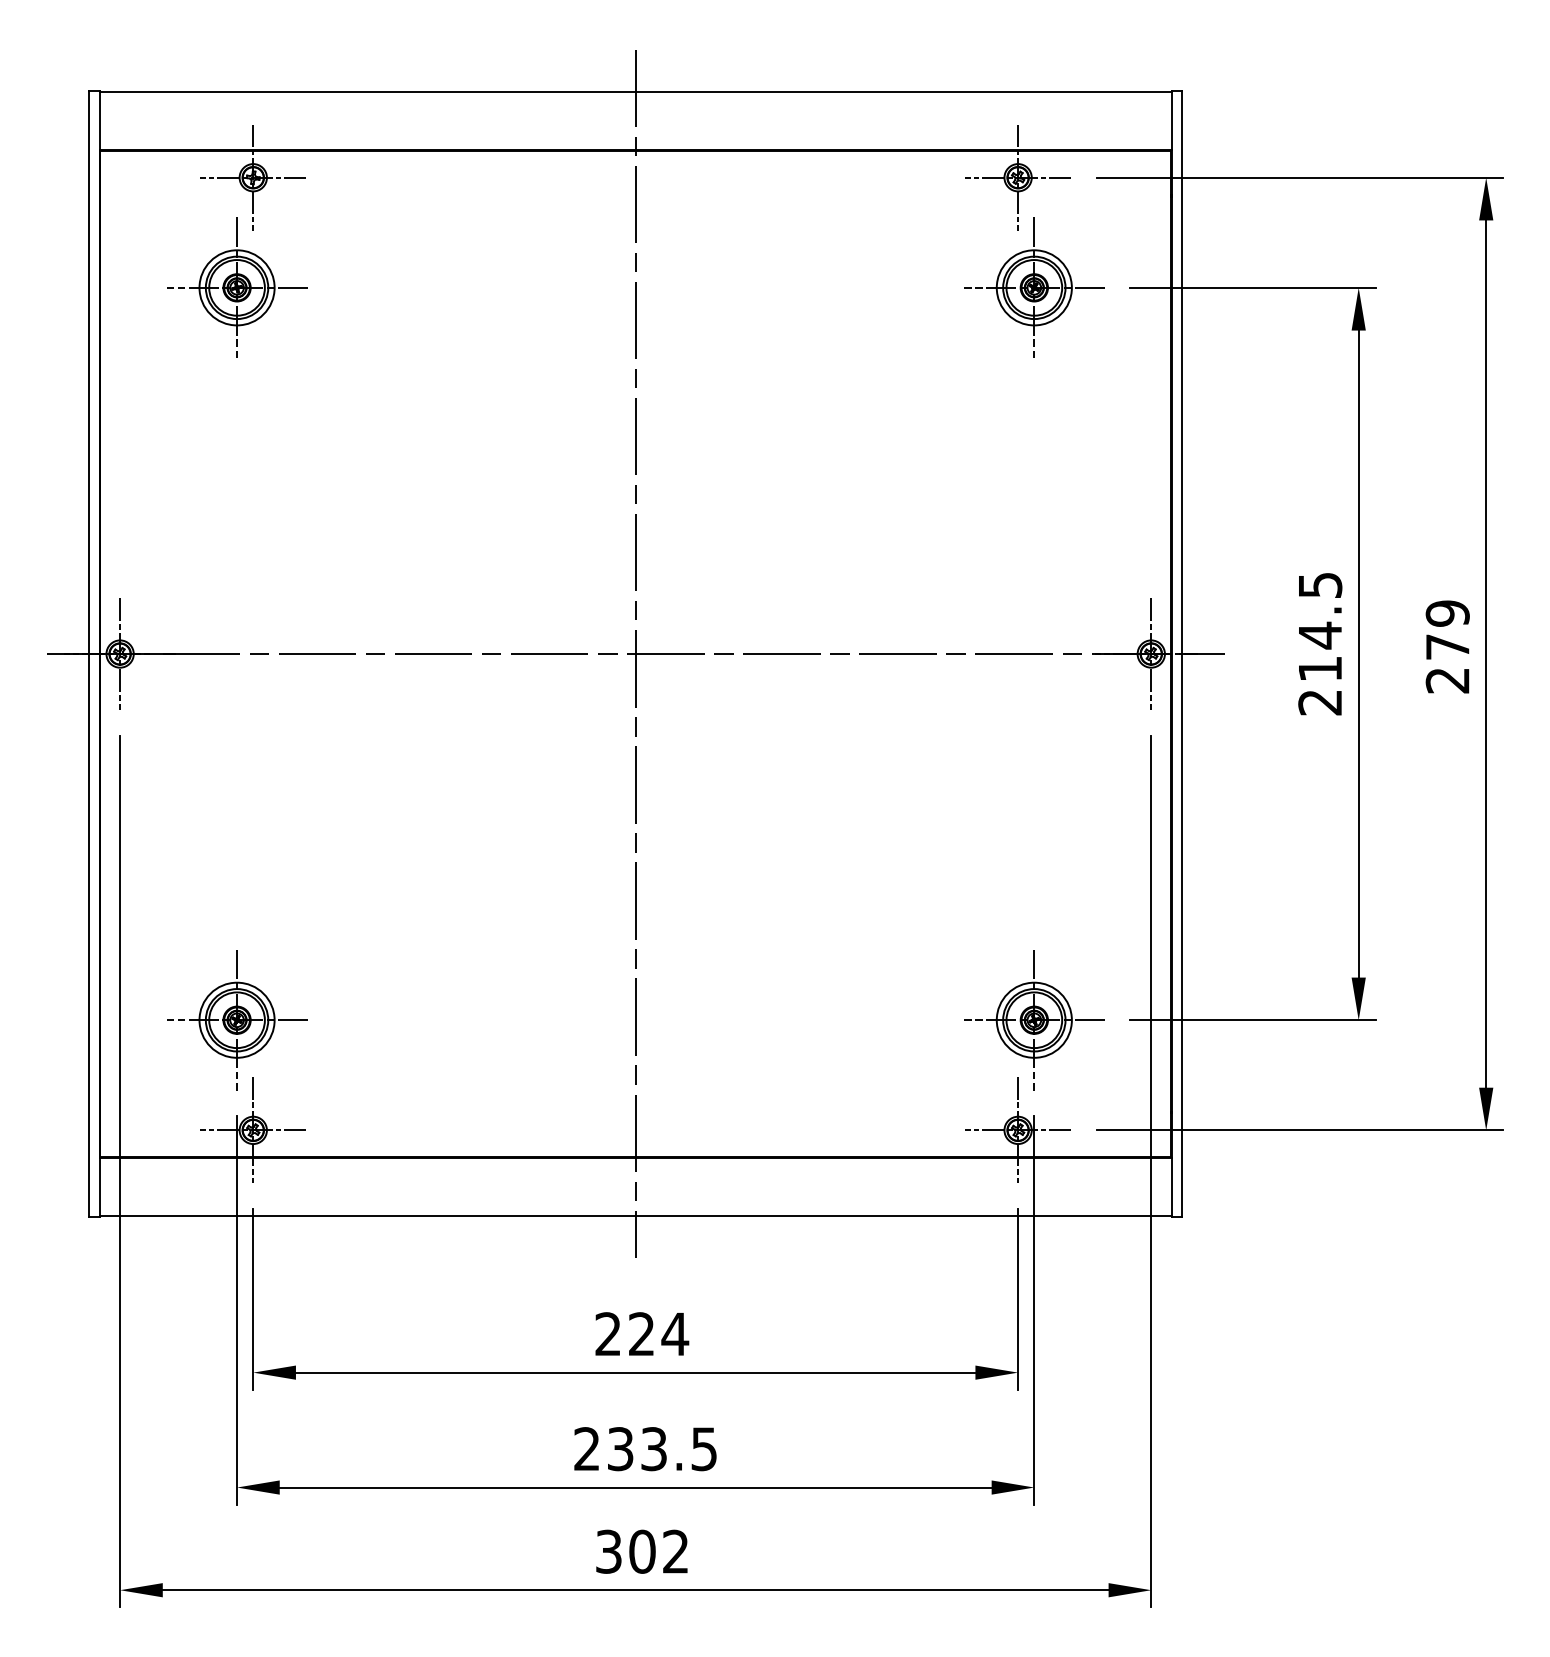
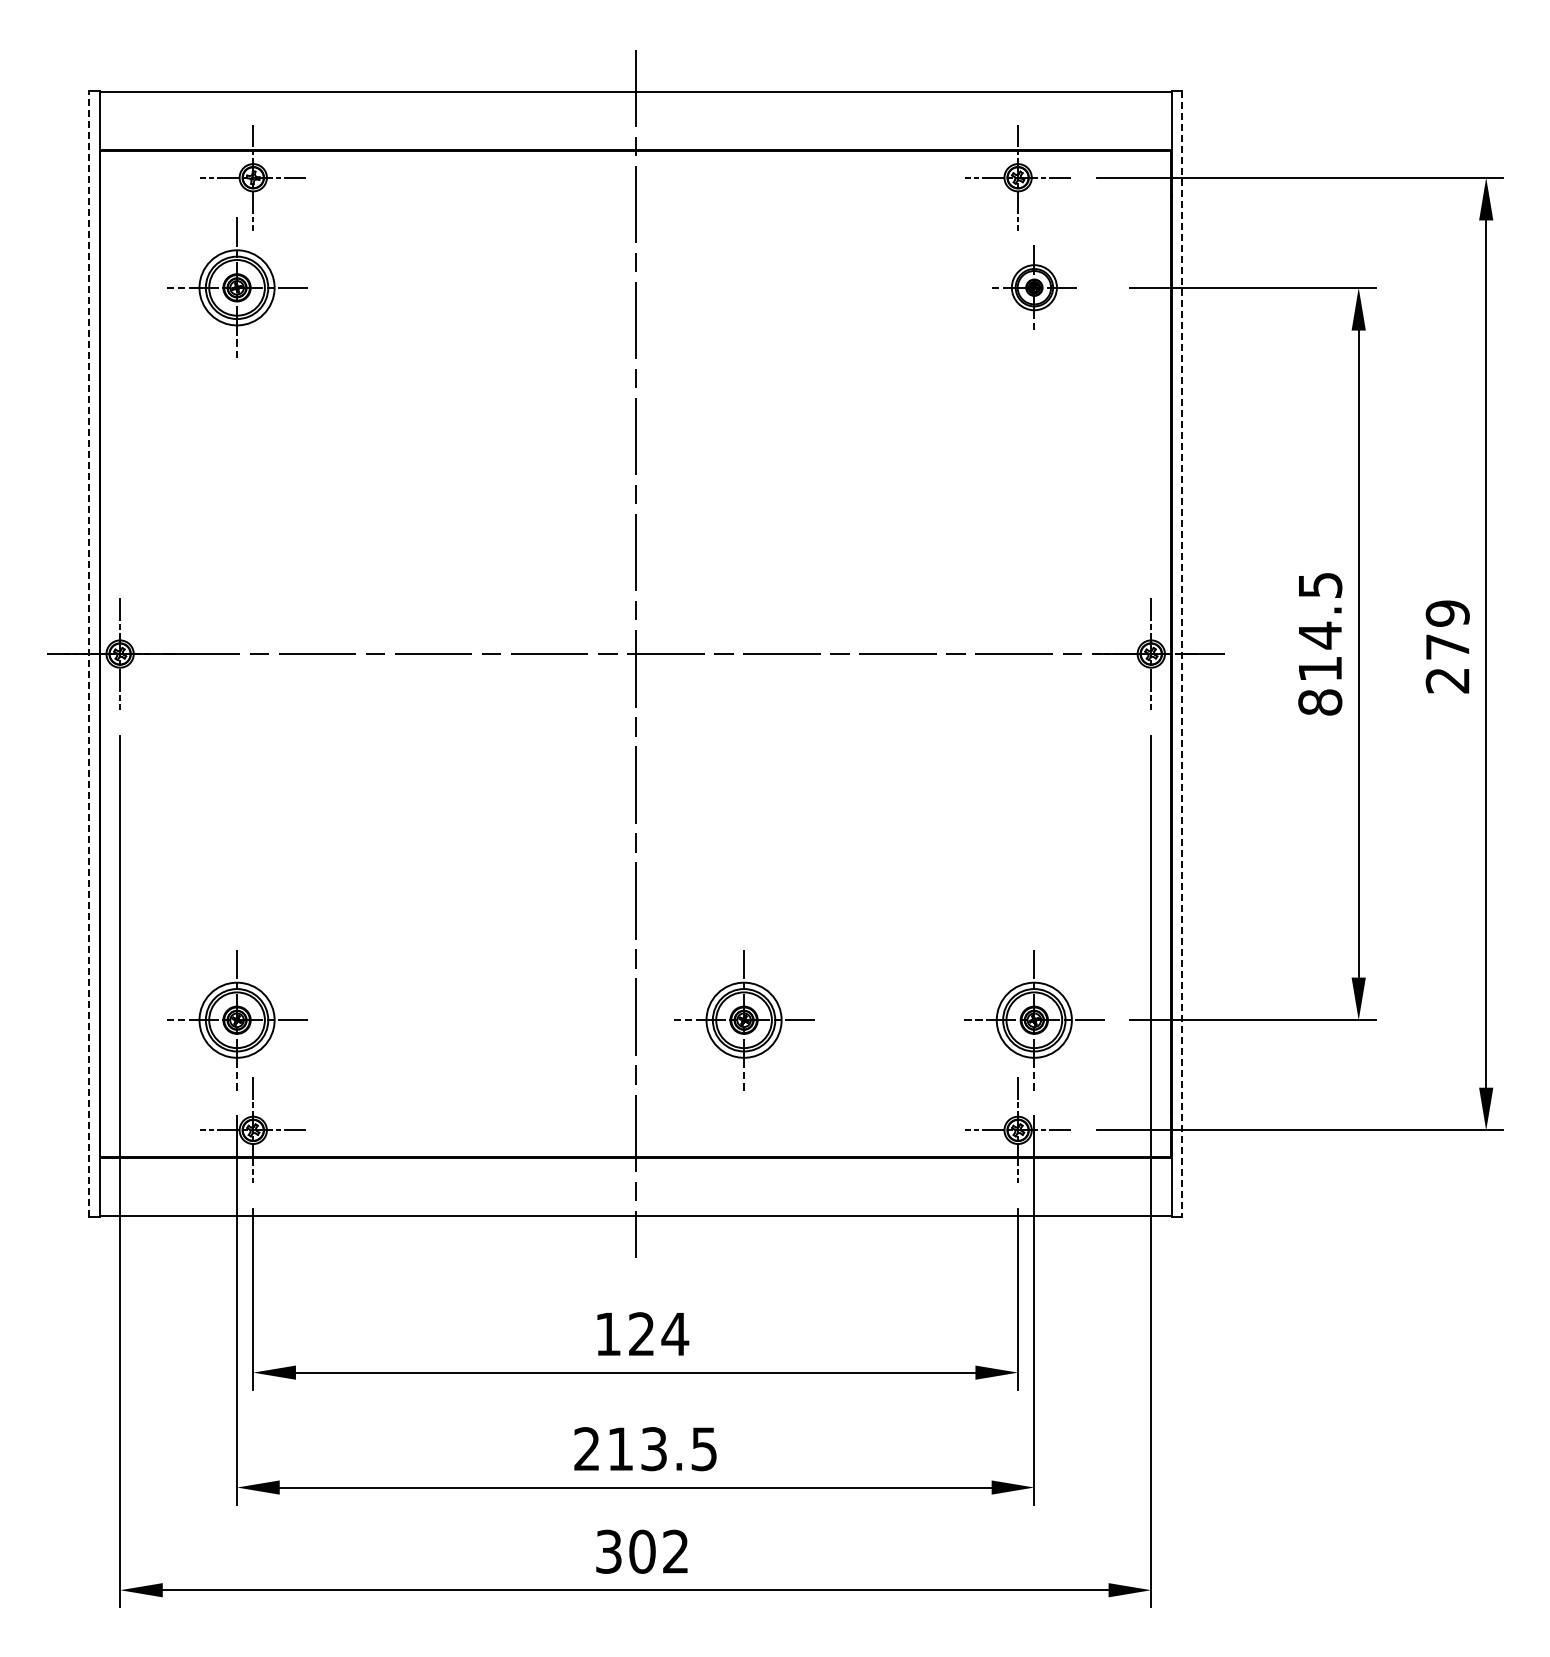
part at (1034, 287) size: 141x141 px -> 85x85 px
line at (89, 653): solid -> dashed
line at (1182, 654): solid -> dashed
text at (1320, 702): 214.5 -> 814.5
part at (744, 1020): none -> present
text at (607, 1333): 224 -> 124
text at (620, 1449): 233.5 -> 213.5
